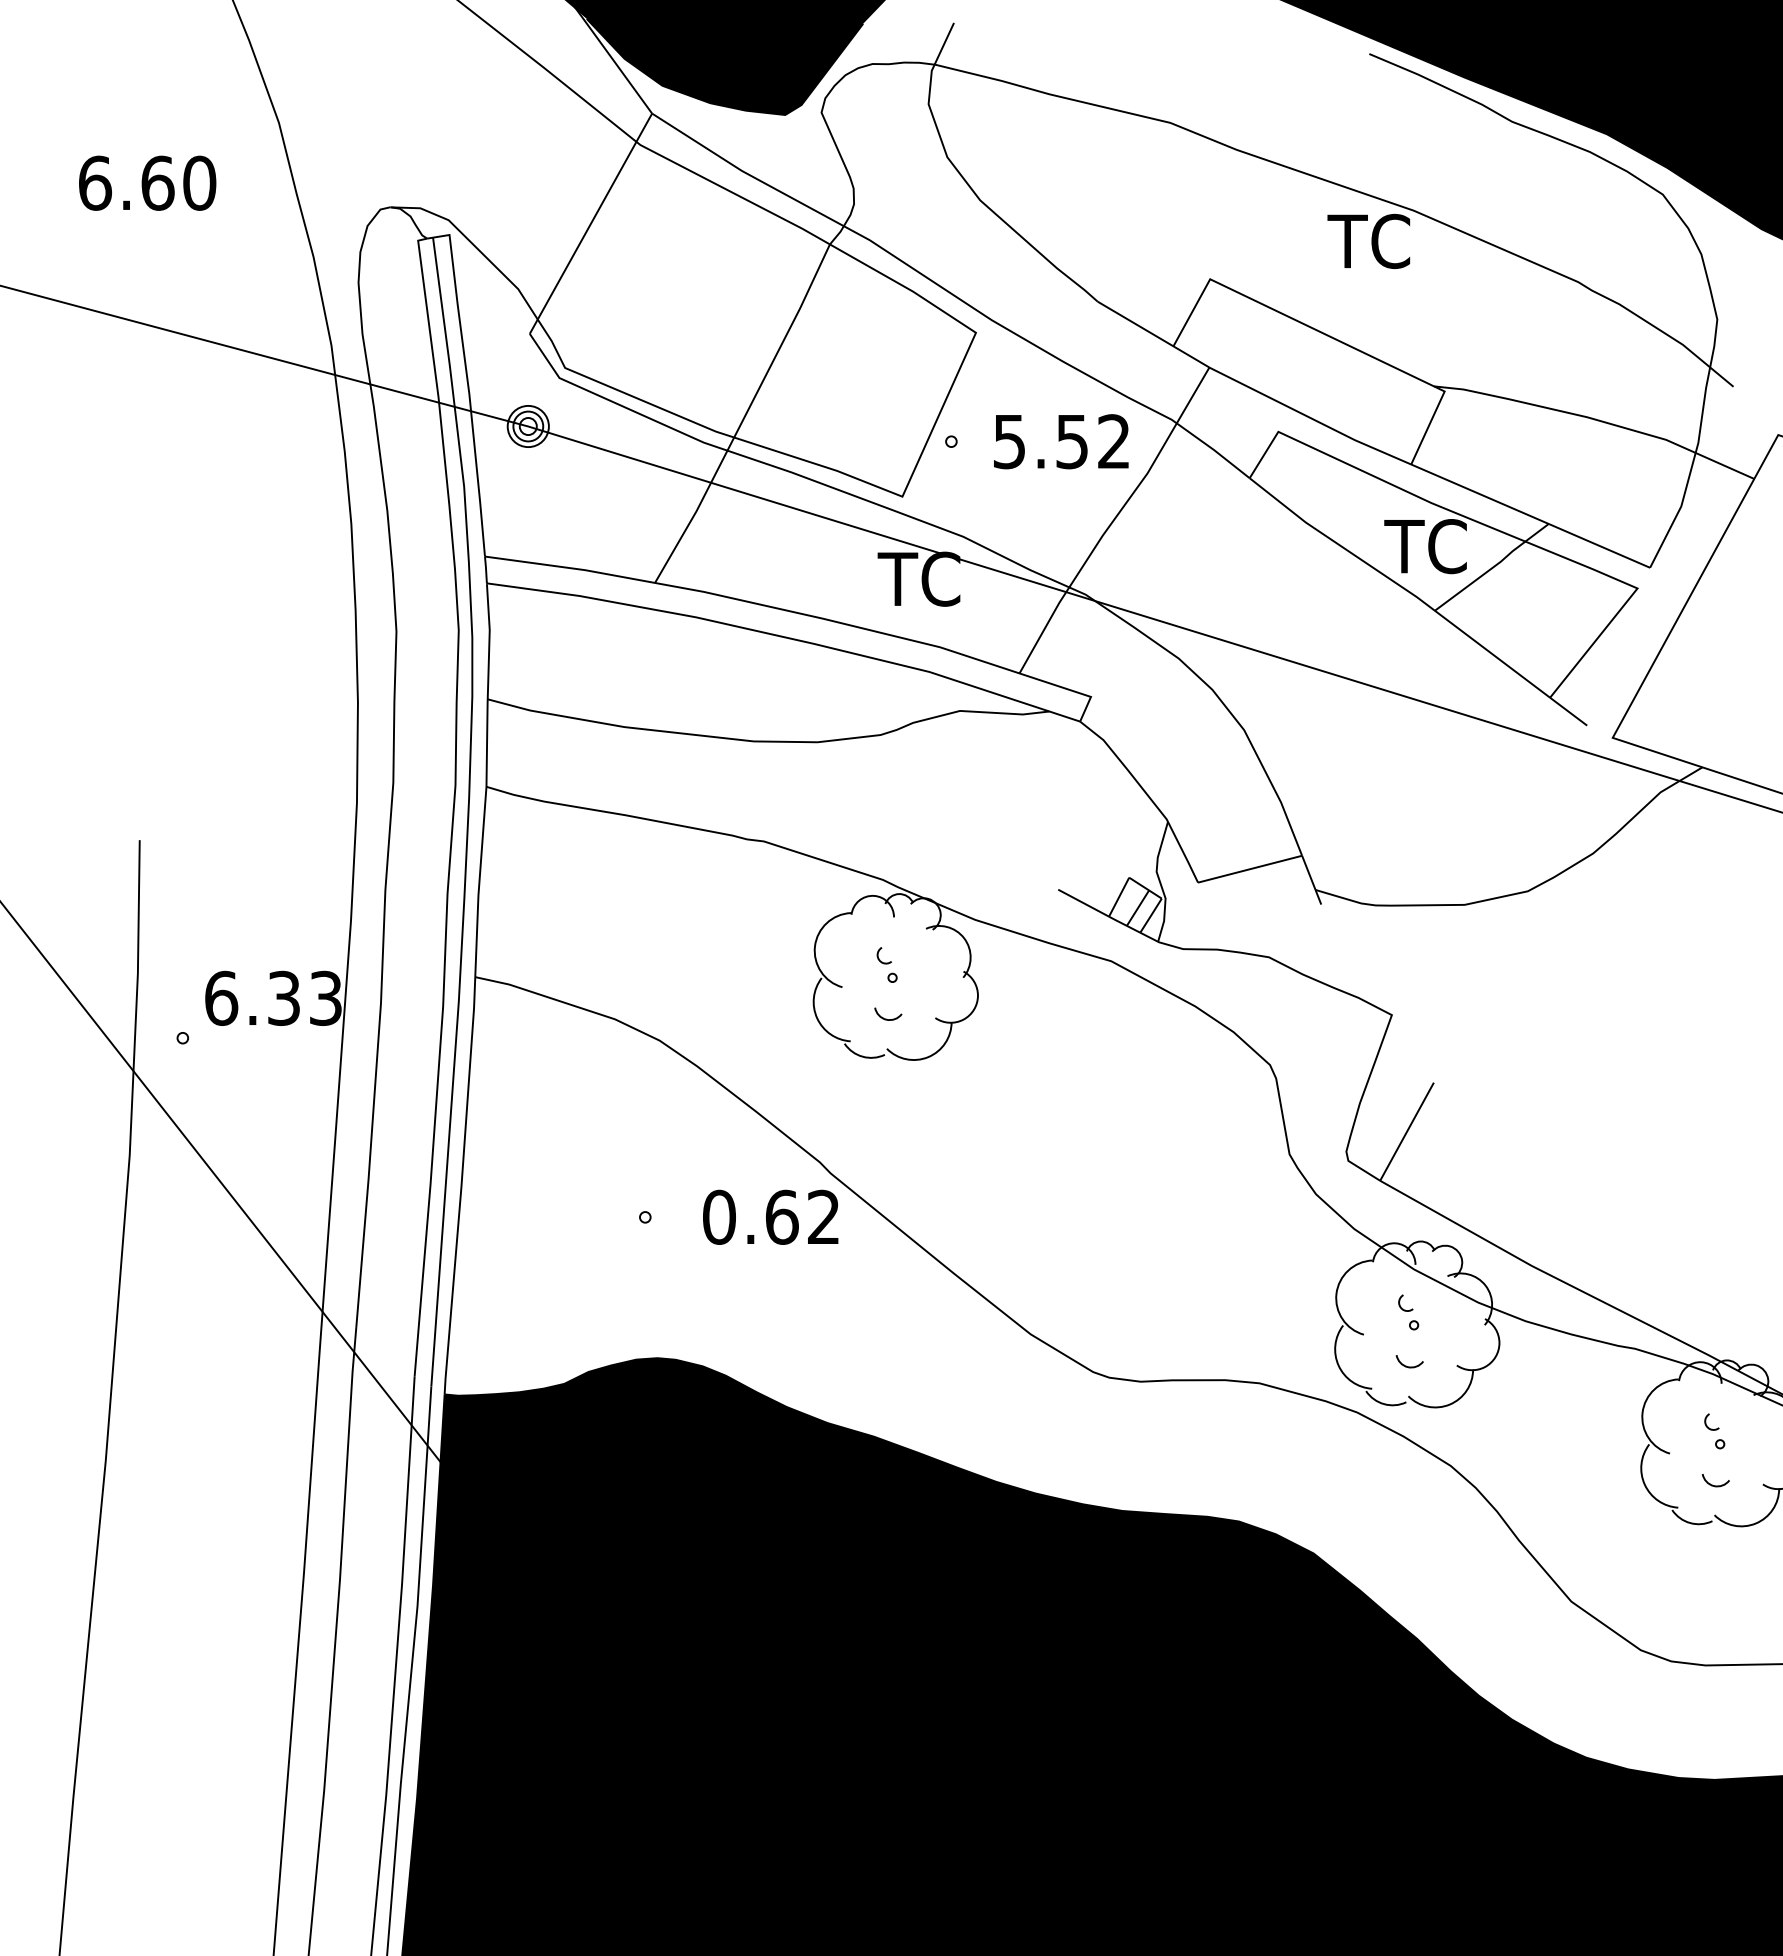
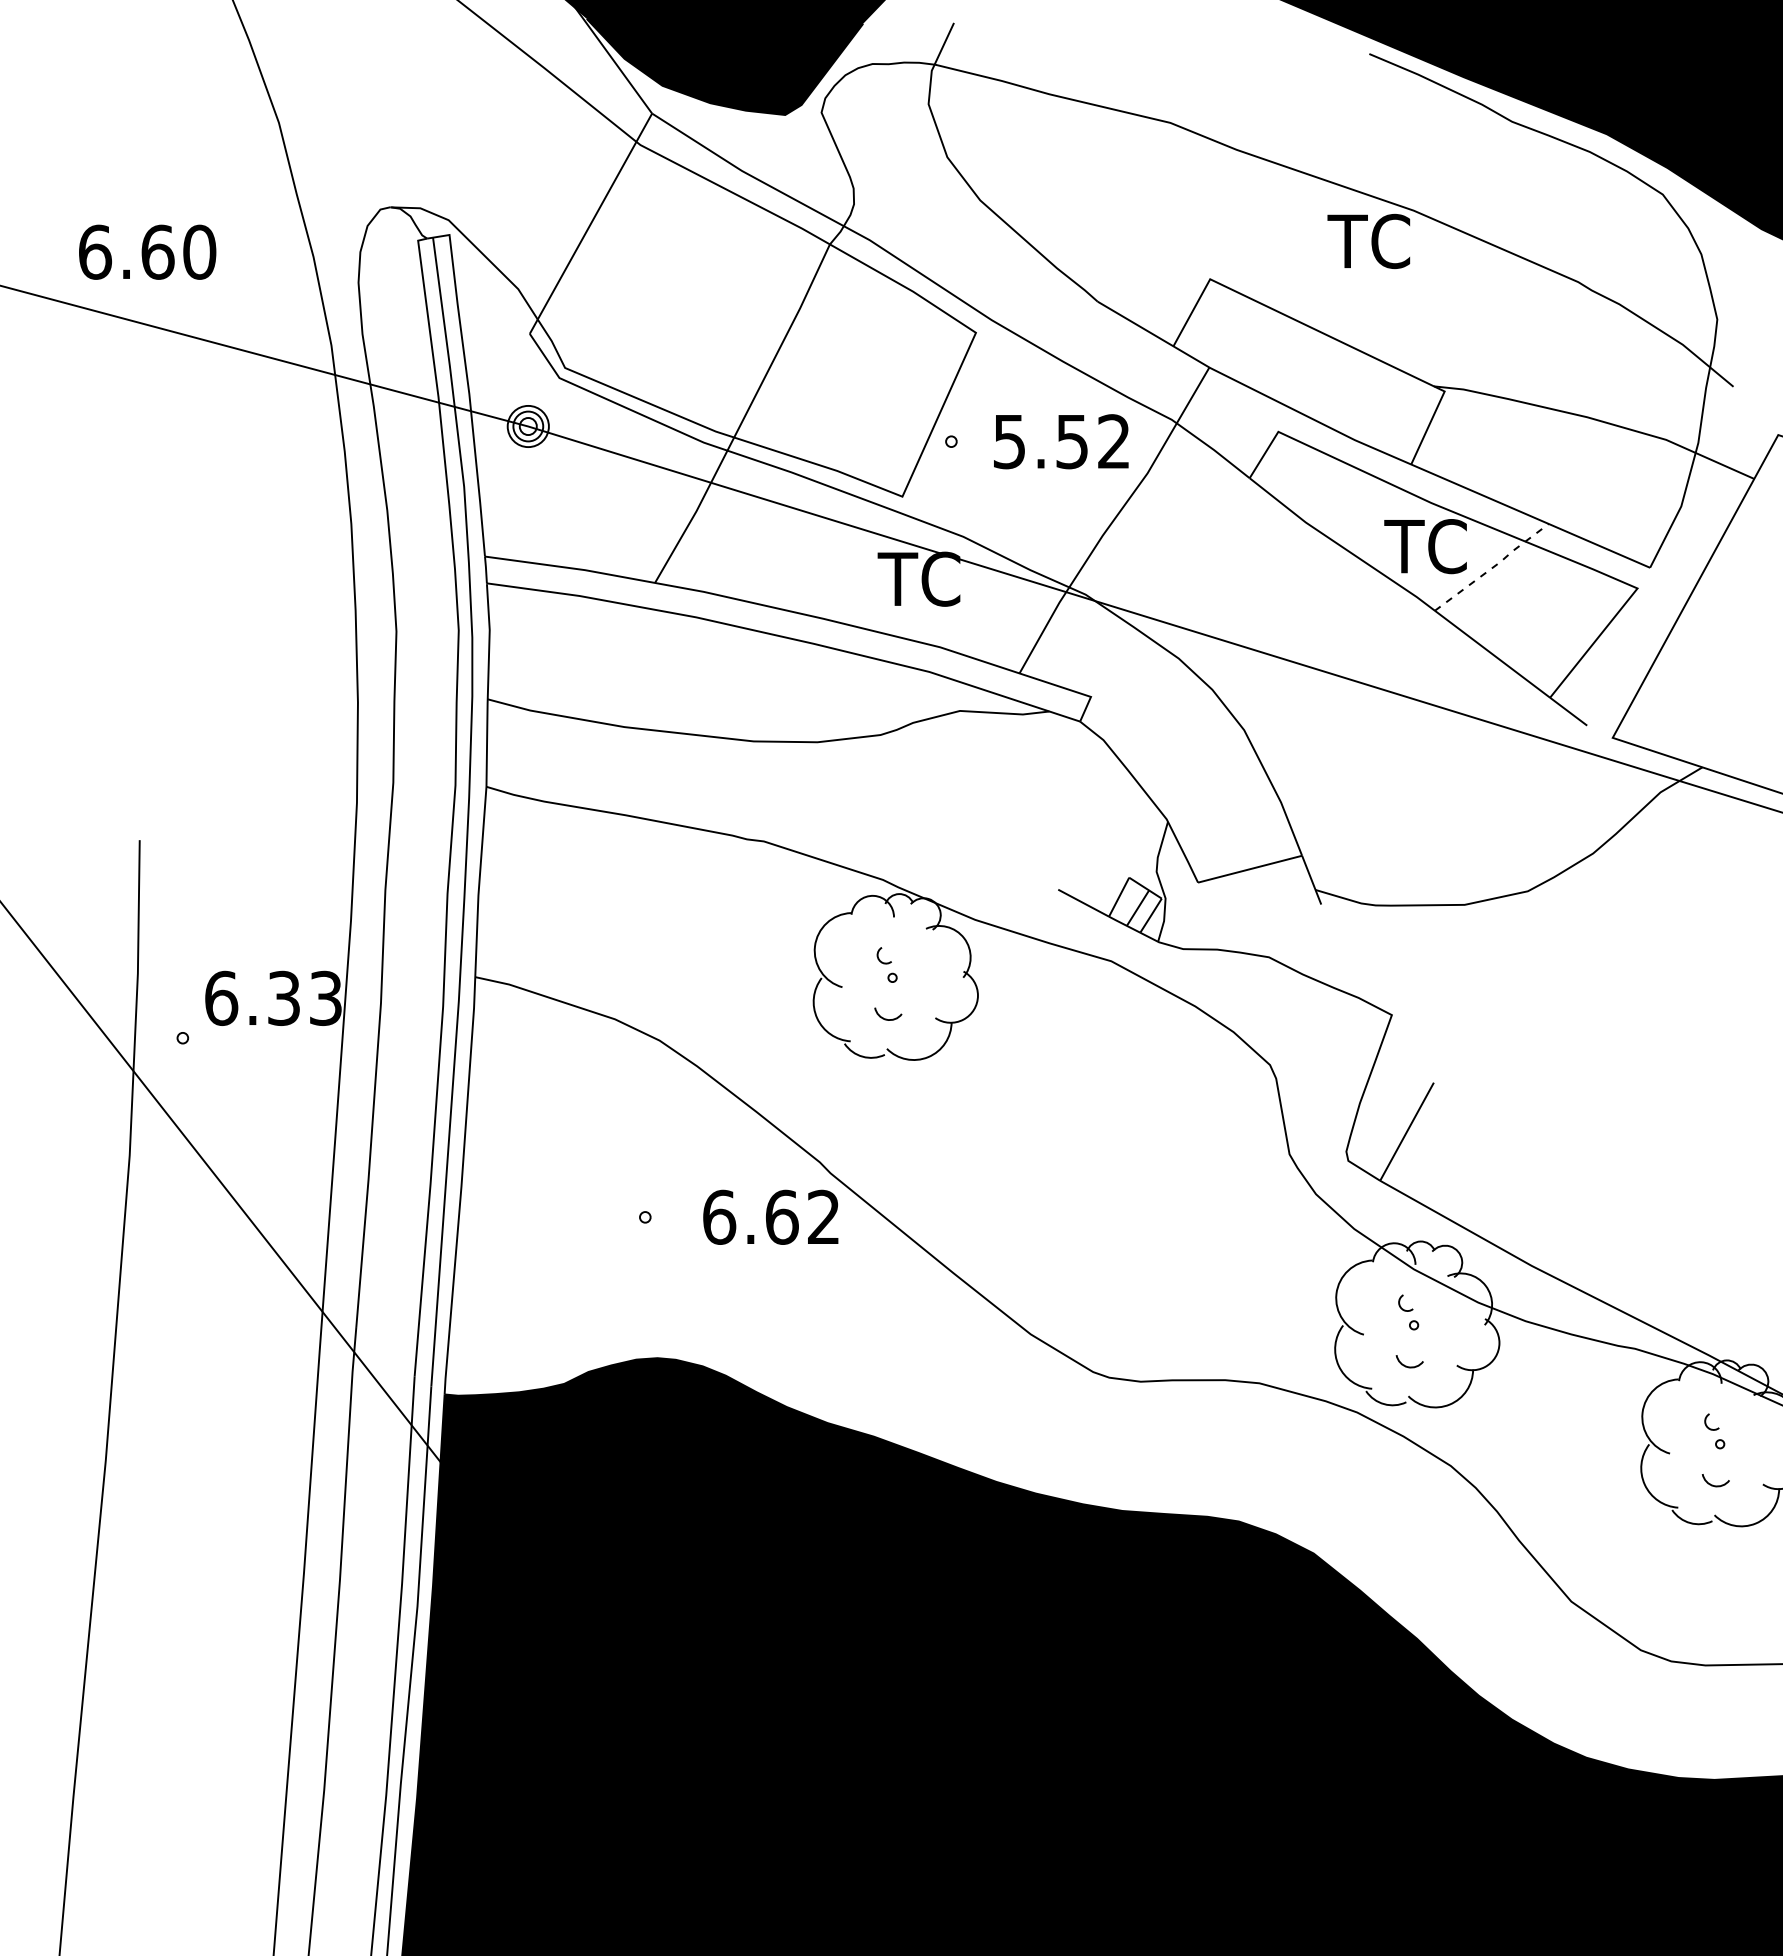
text at (147, 182) position: (147, 182) -> (147, 251)
line at (1493, 567): solid -> dashed
text at (719, 1216): 0.62 -> 6.62
